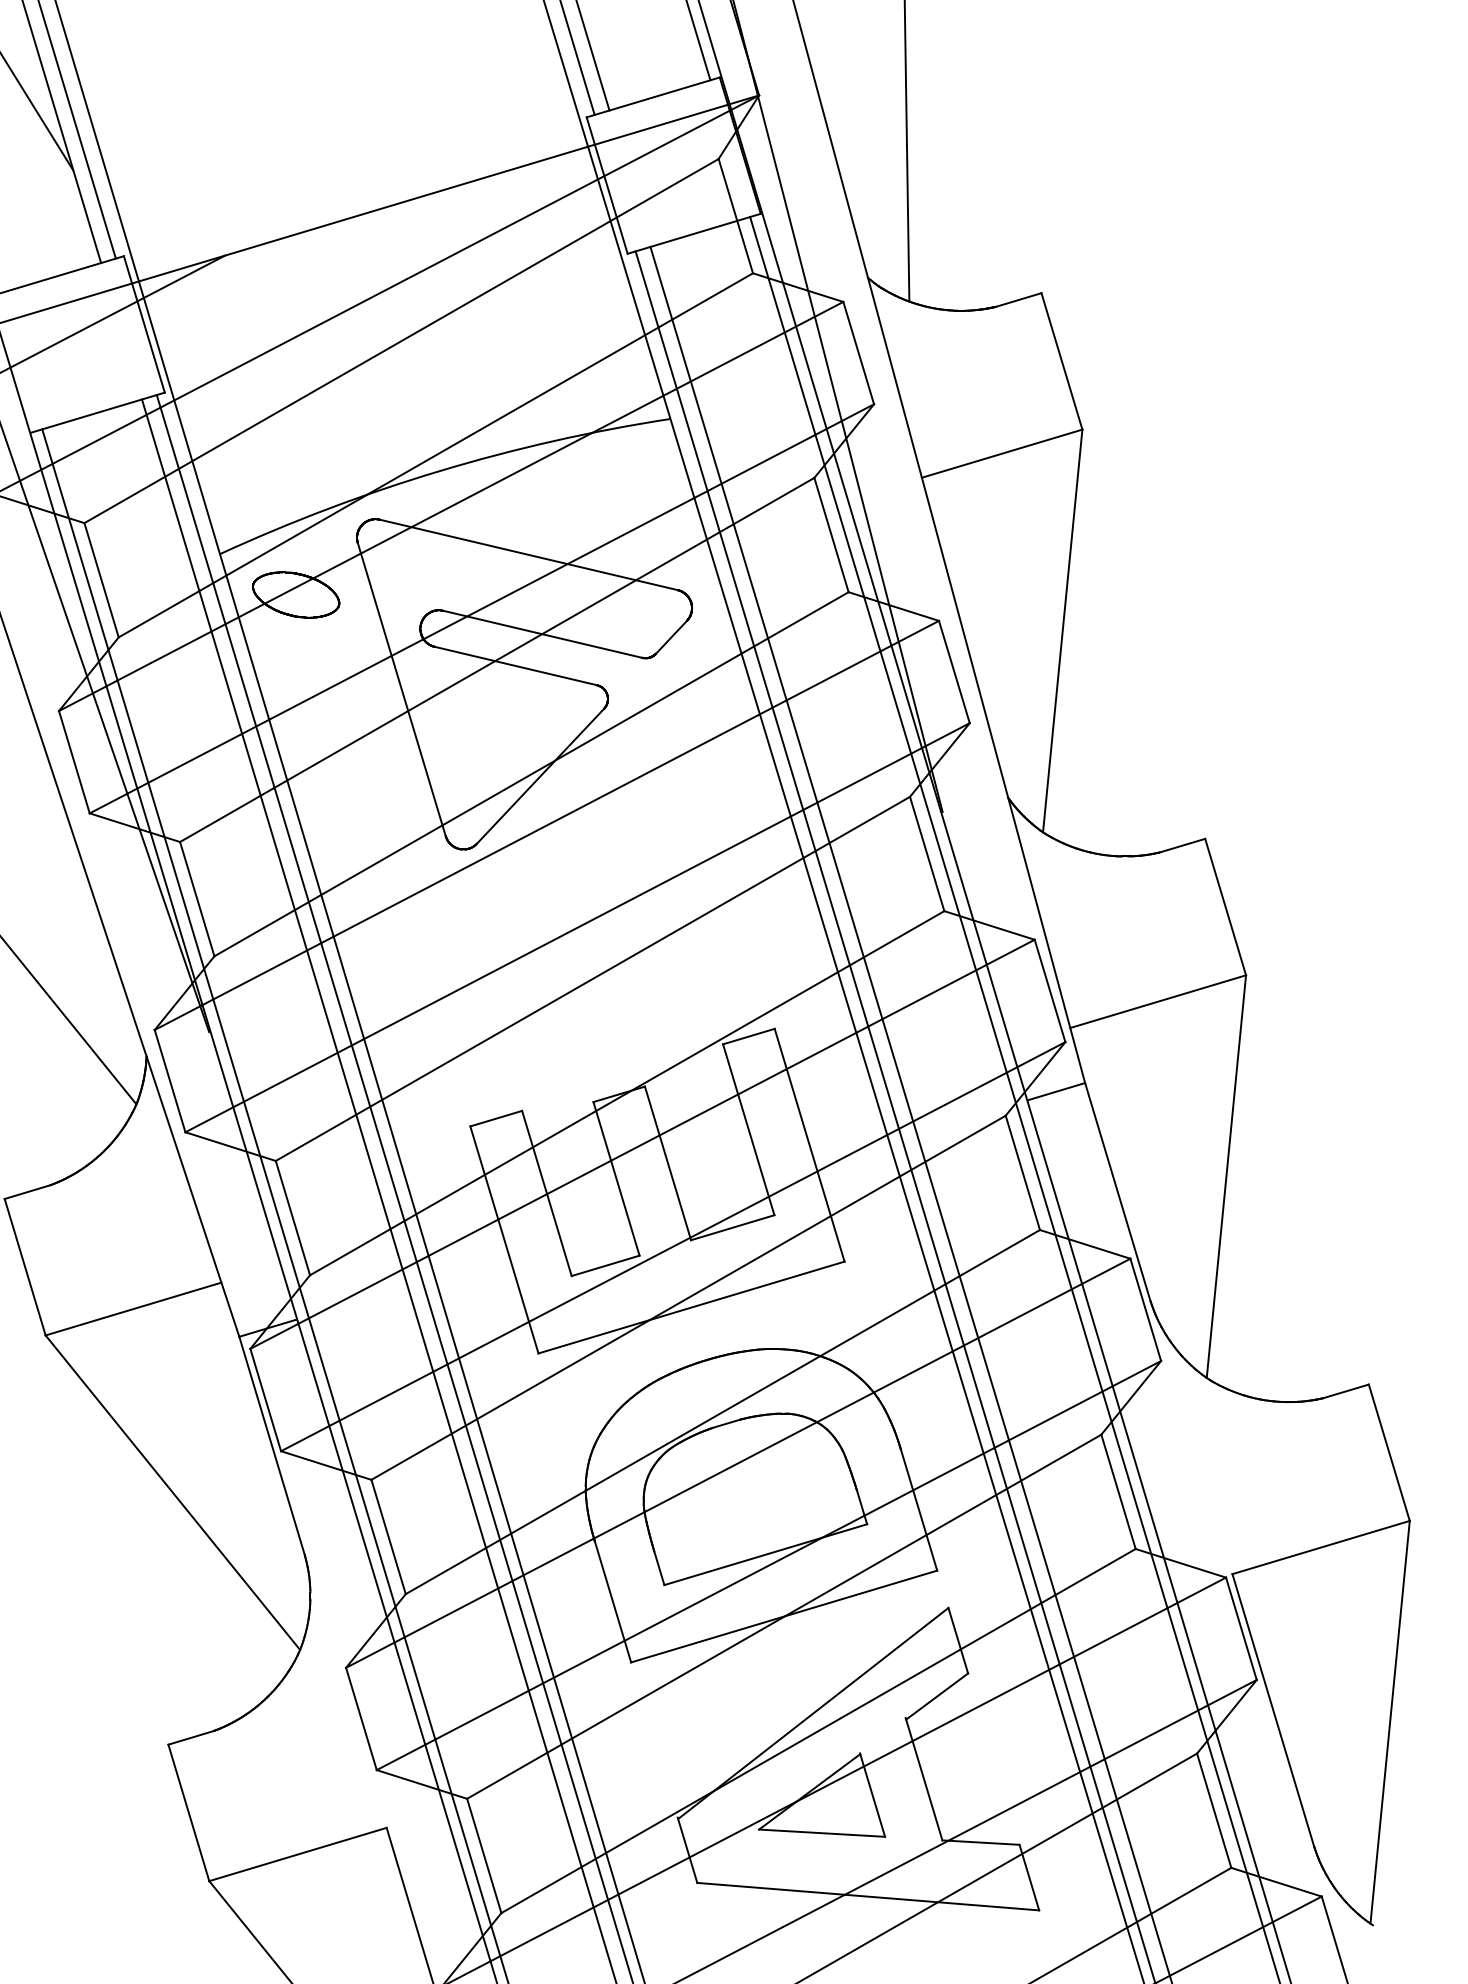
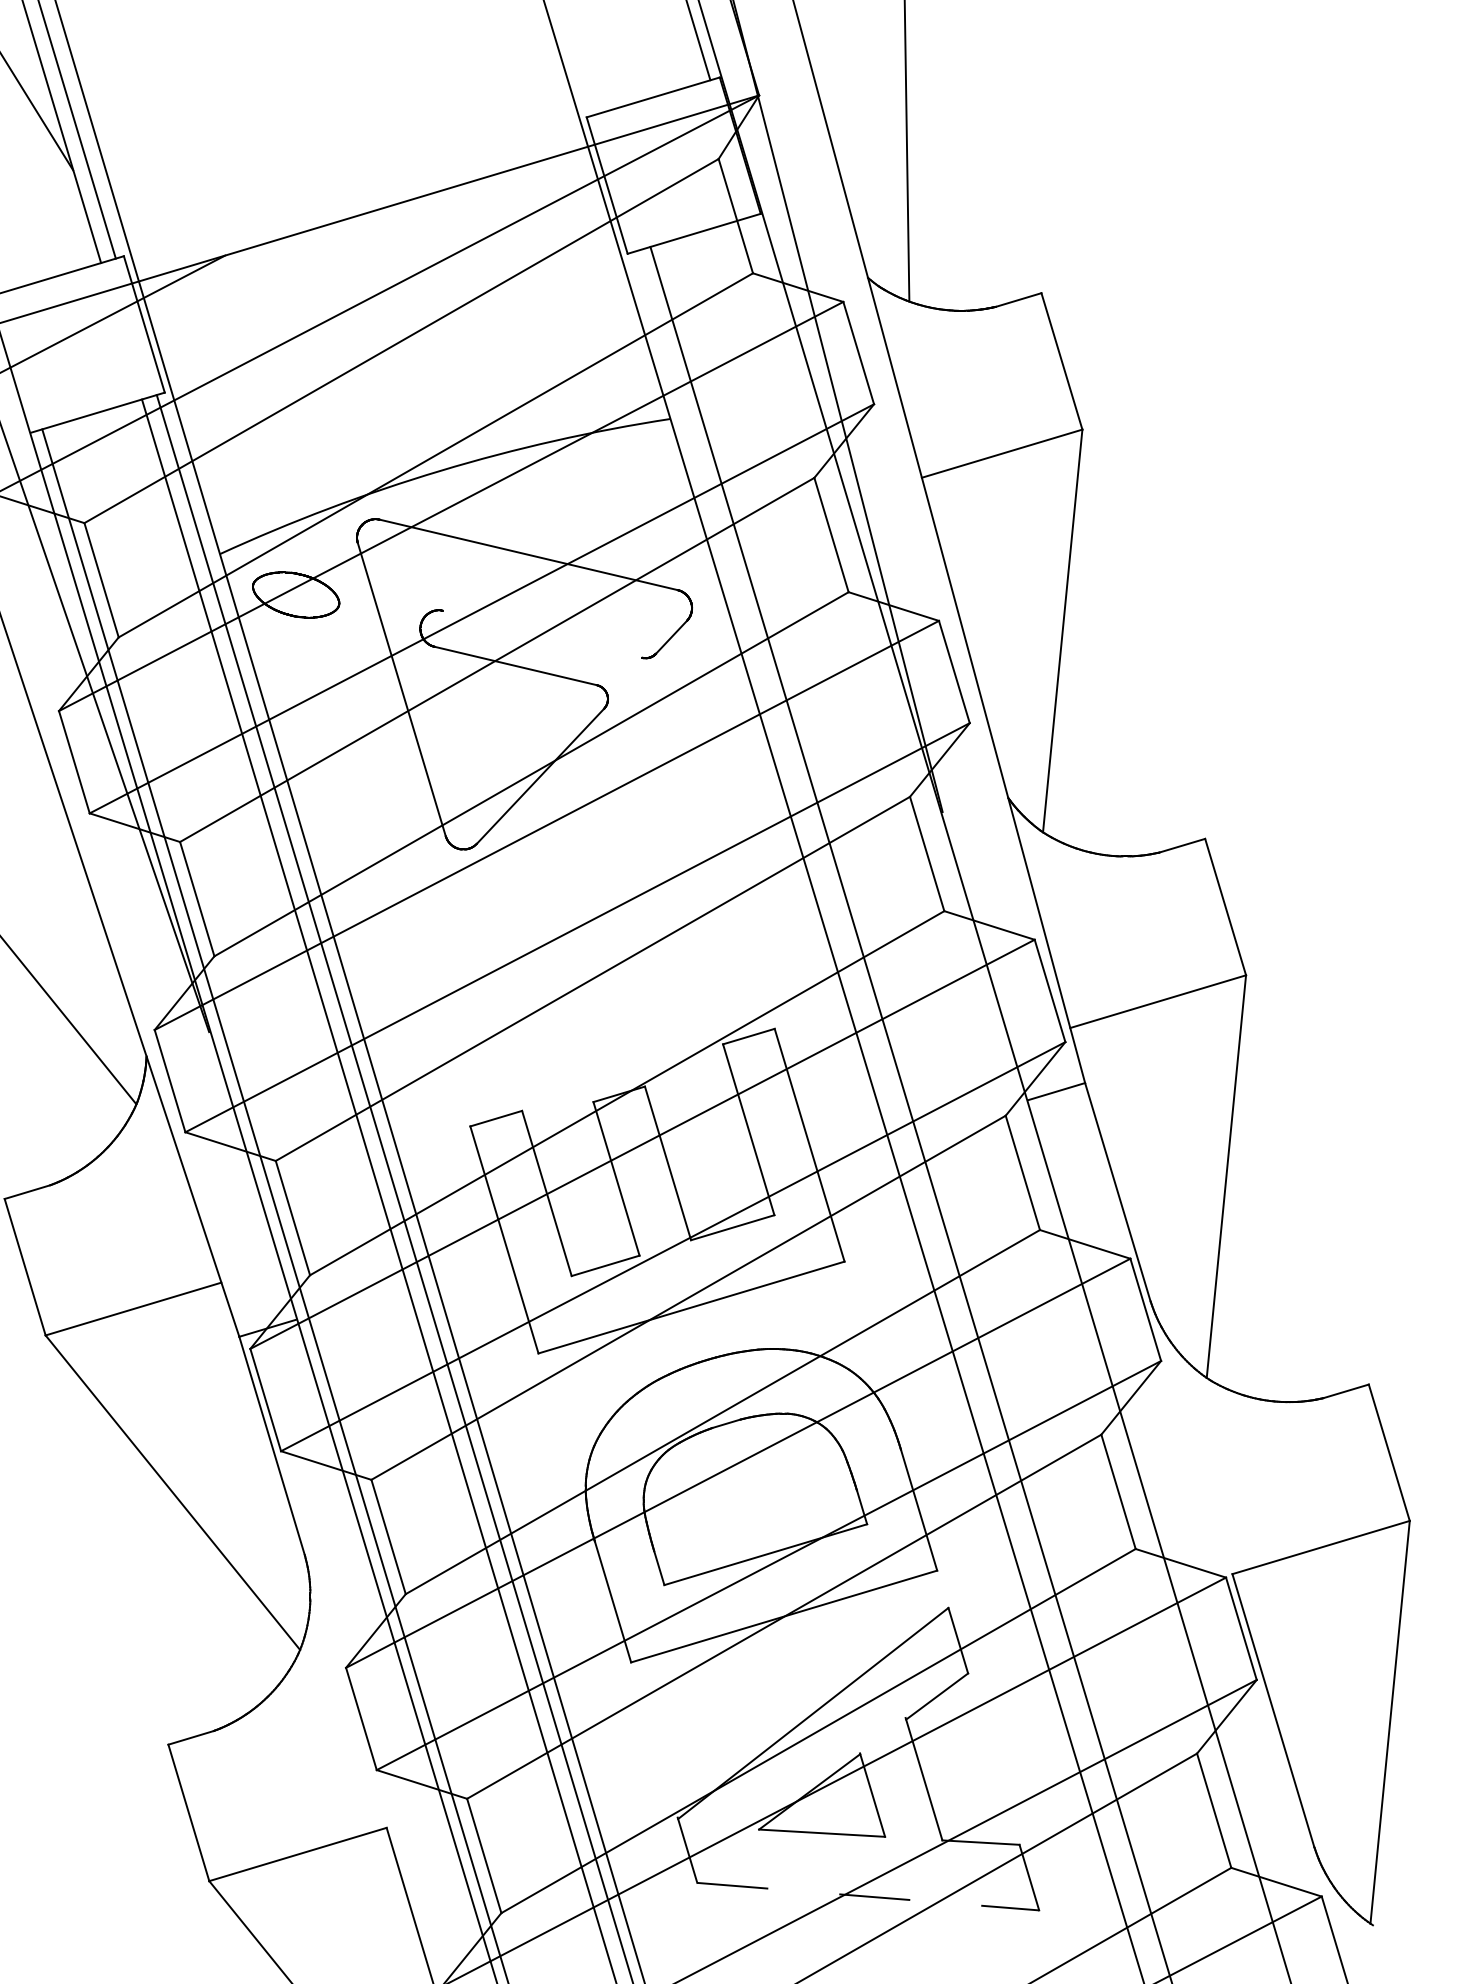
line at (592, 56): present -> none
line at (577, 58): present -> none
line at (542, 633): present -> none
line at (1014, 1098): present -> none
line at (894, 1115): present -> none
line at (868, 1896): solid -> dashed
